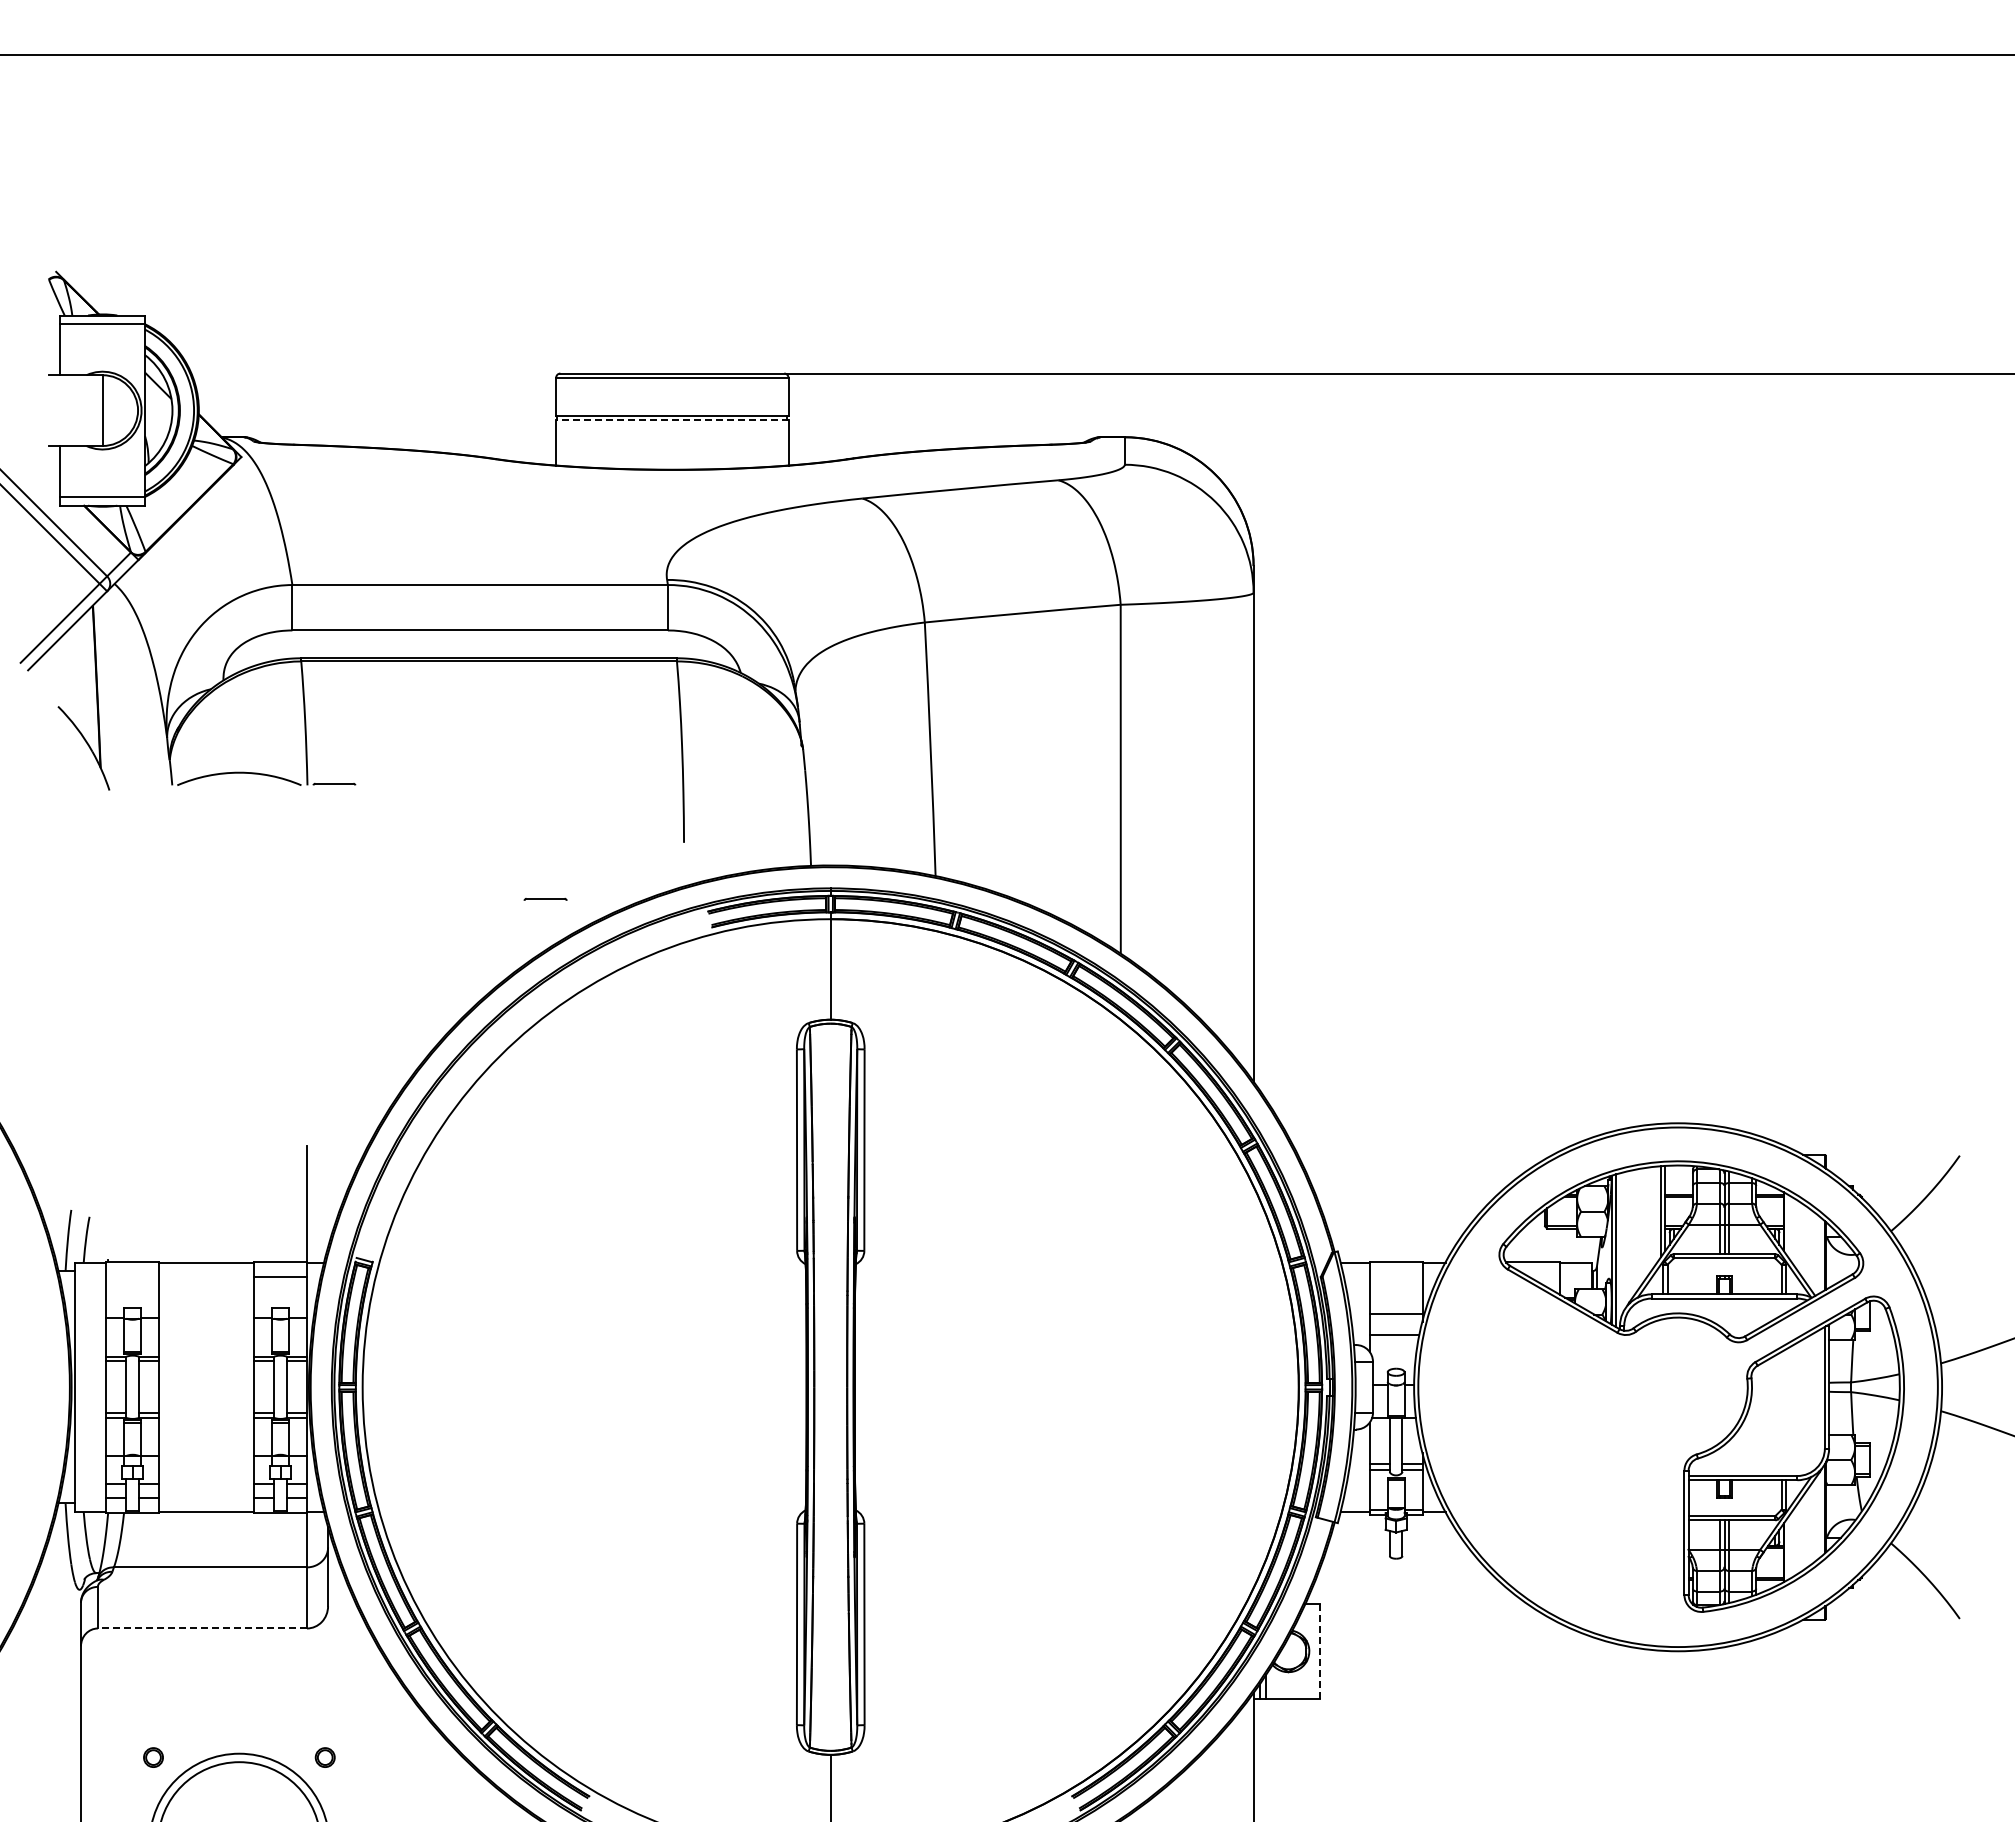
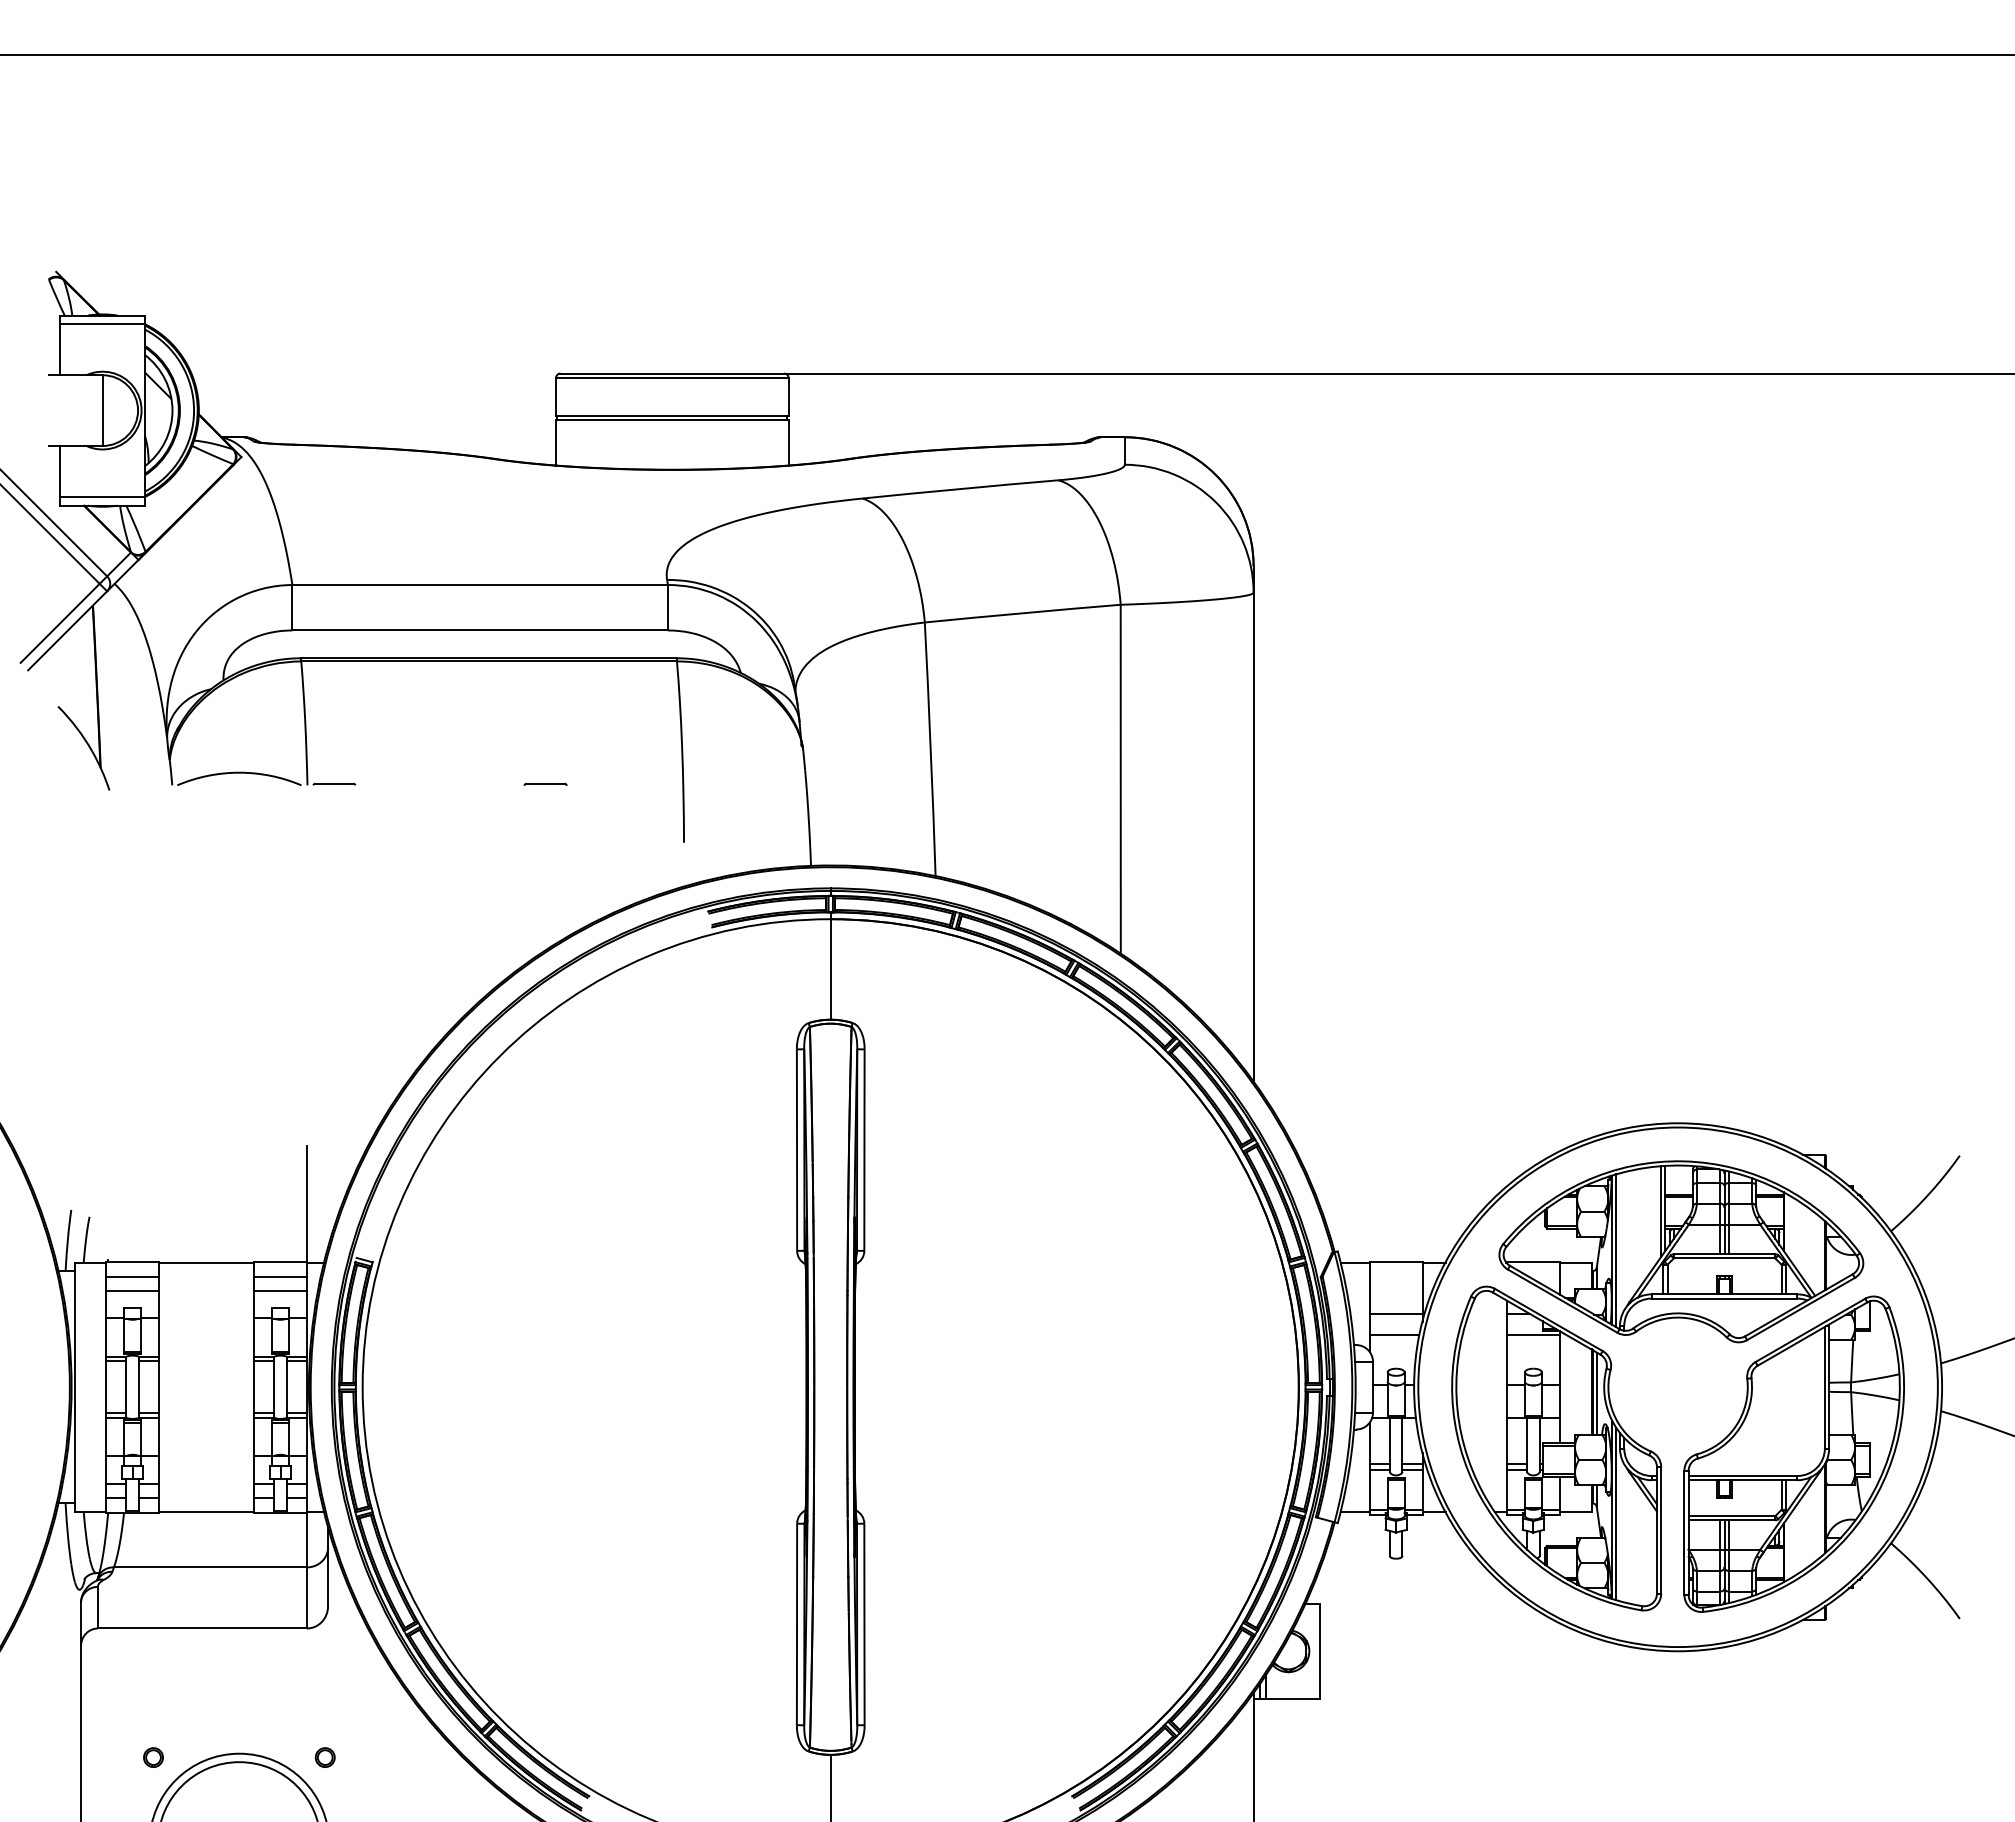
line at (671, 420): dashed -> solid
part at (545, 898) position: (545, 898) -> (545, 783)
line at (132, 1276): none -> present
line at (132, 1290): none -> present
line at (280, 1290): none -> present
part at (1556, 1448): none -> present
line at (202, 1628): dashed -> solid
line at (1320, 1651): dashed -> solid
